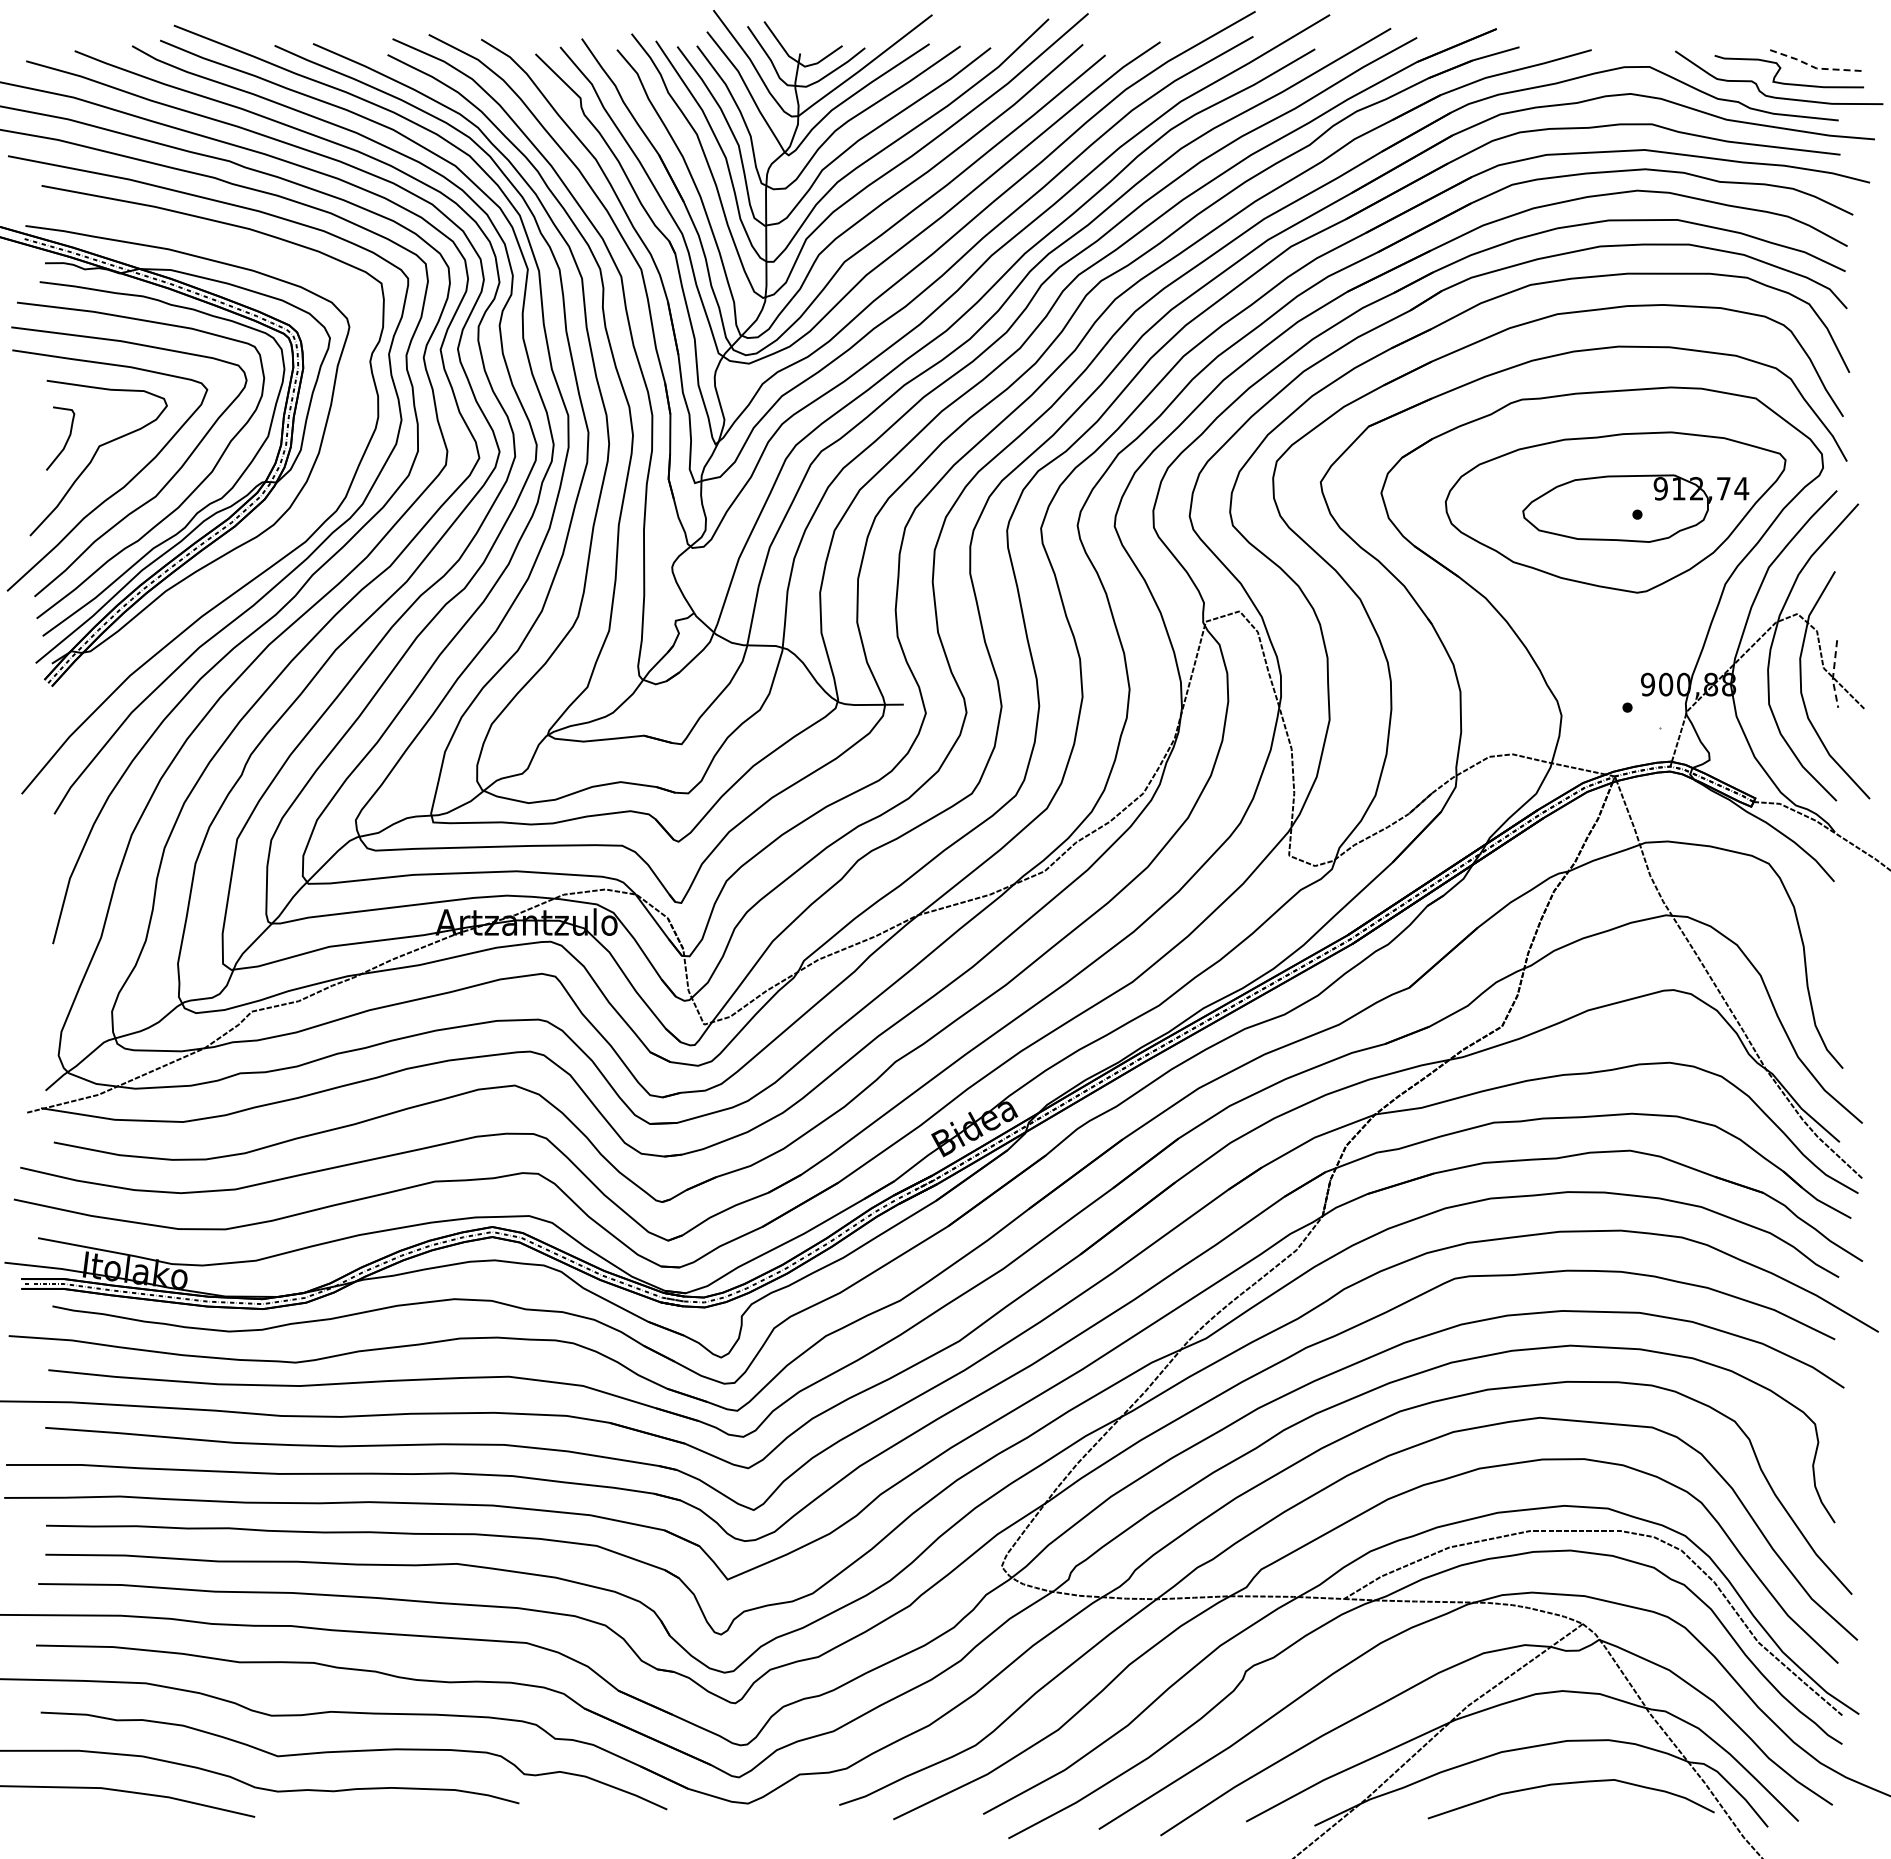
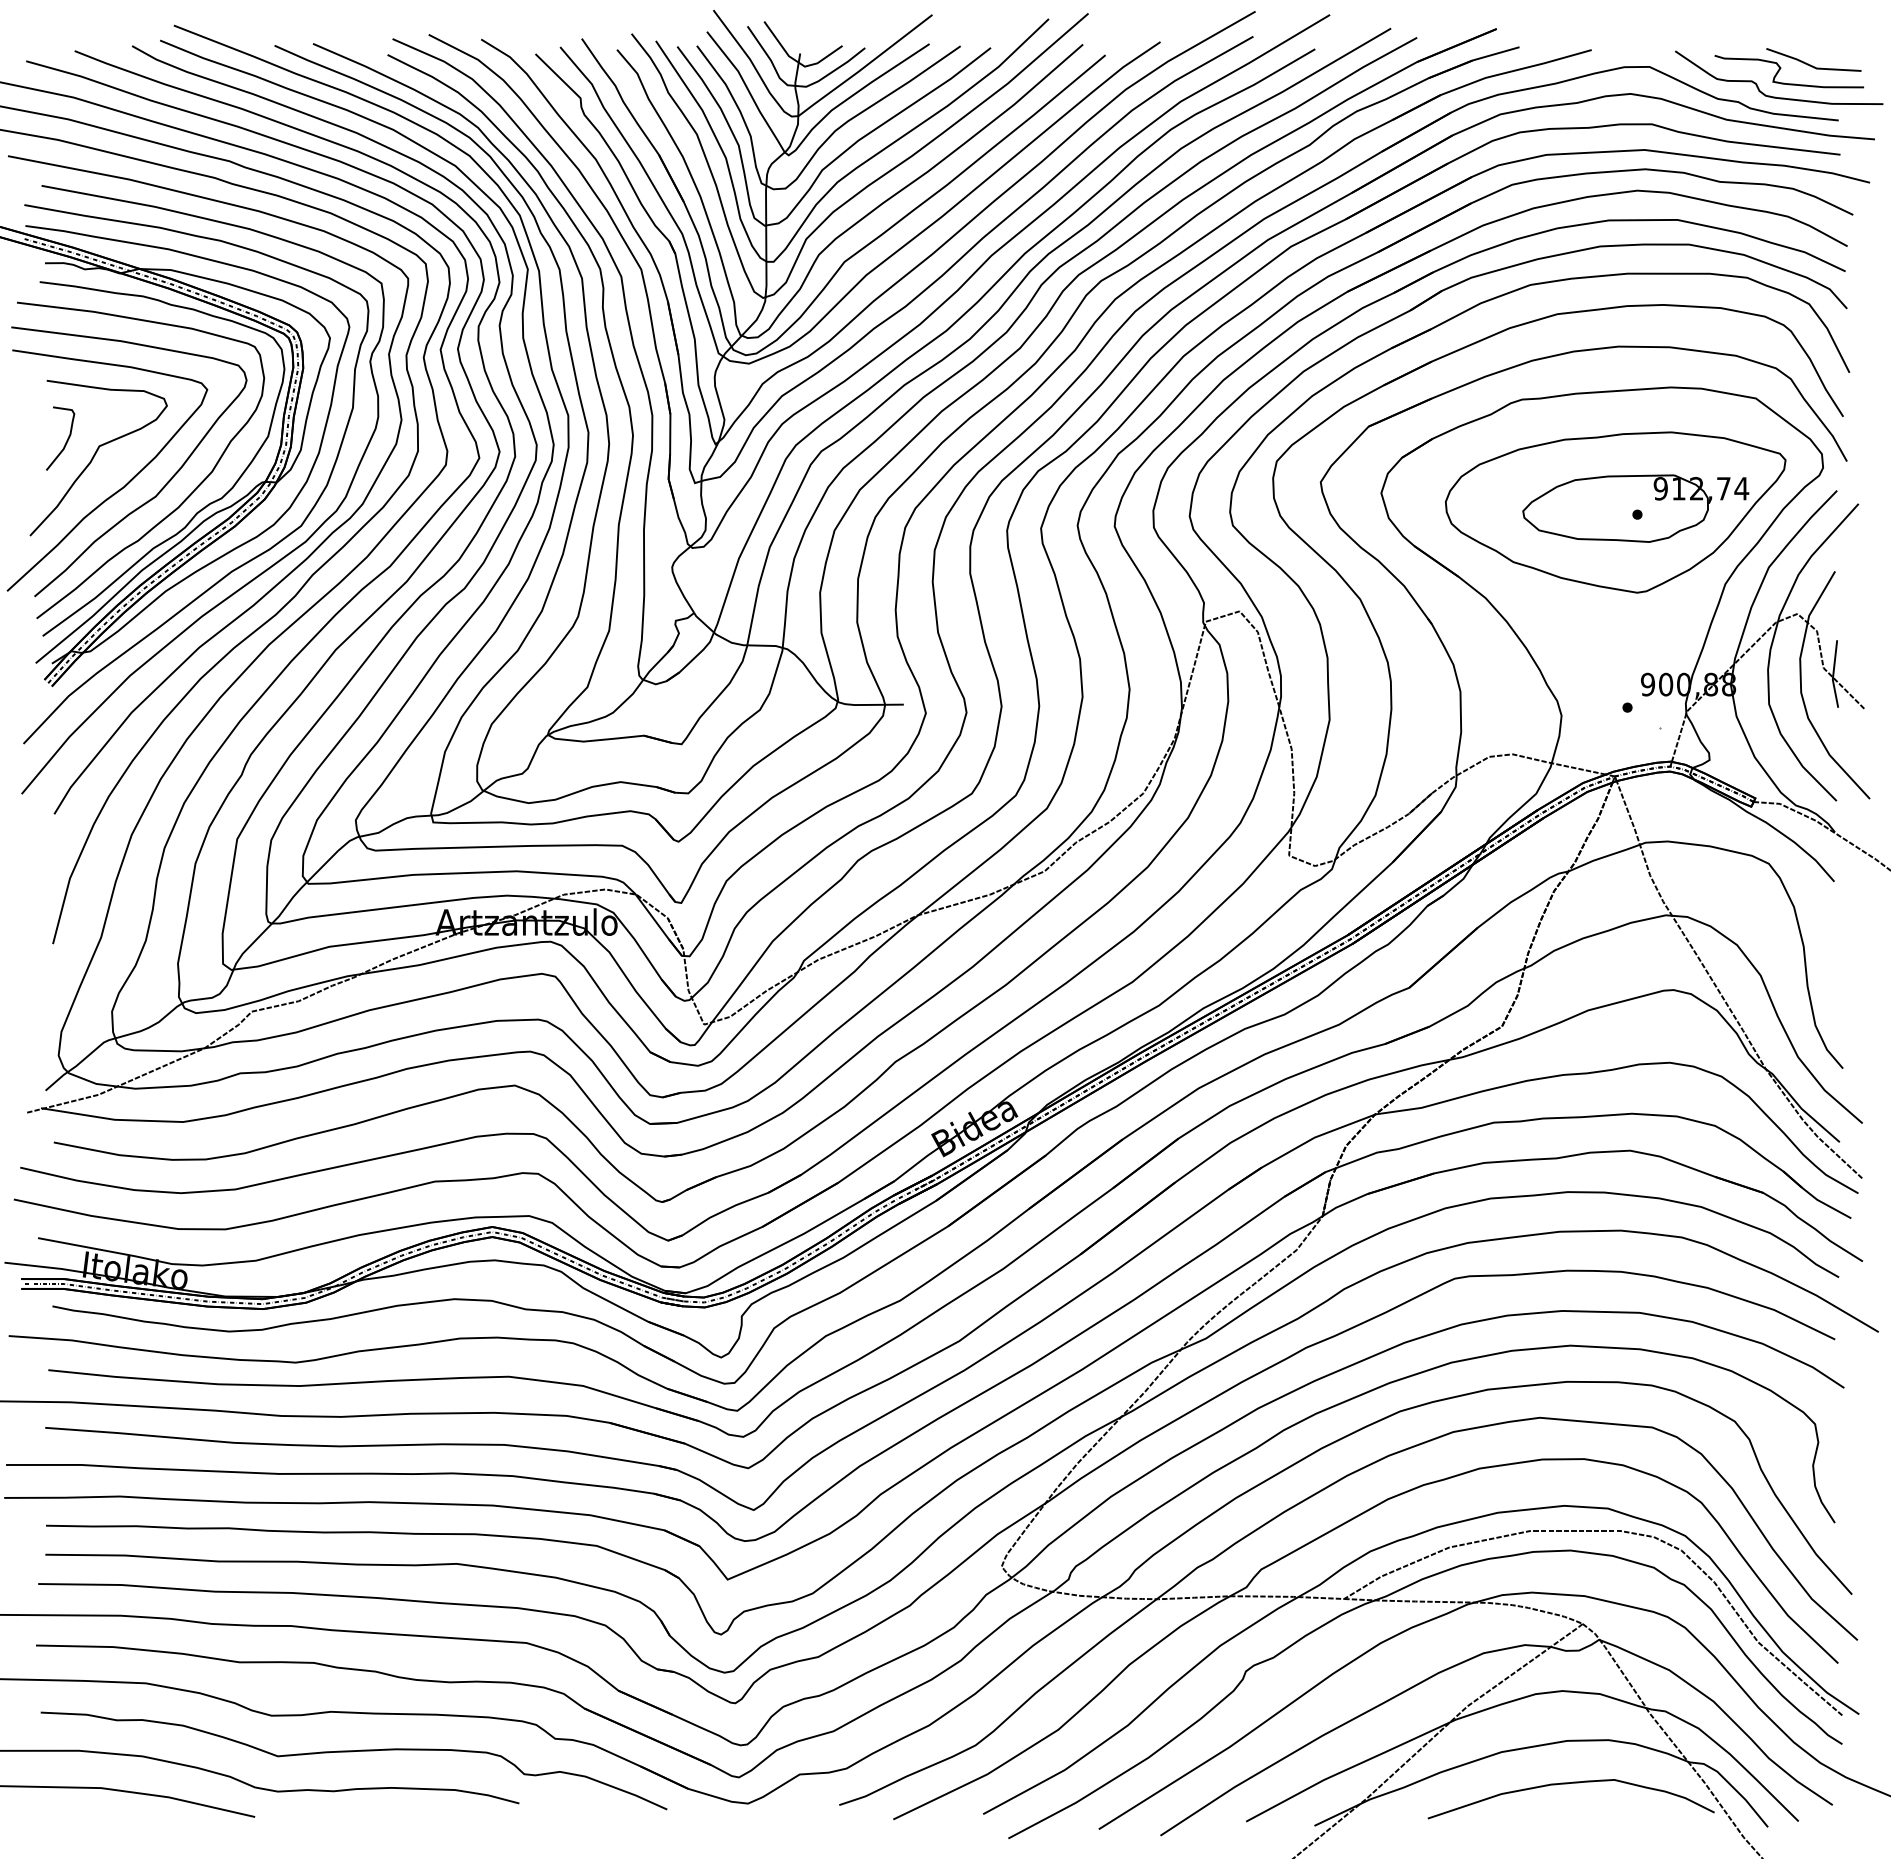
line at (1812, 66): dashed -> solid
curve at (246, 561): none -> present
line at (1833, 674): dashed -> solid
